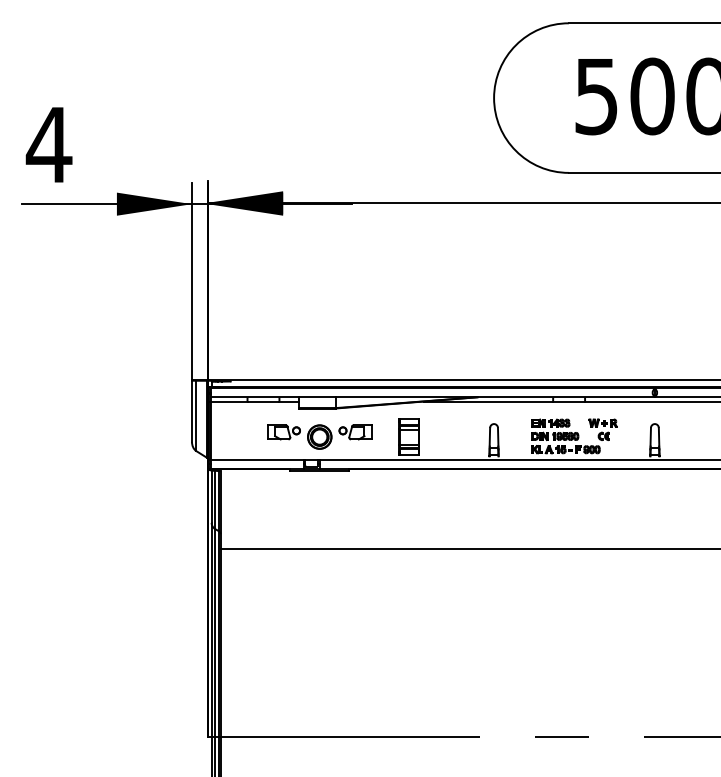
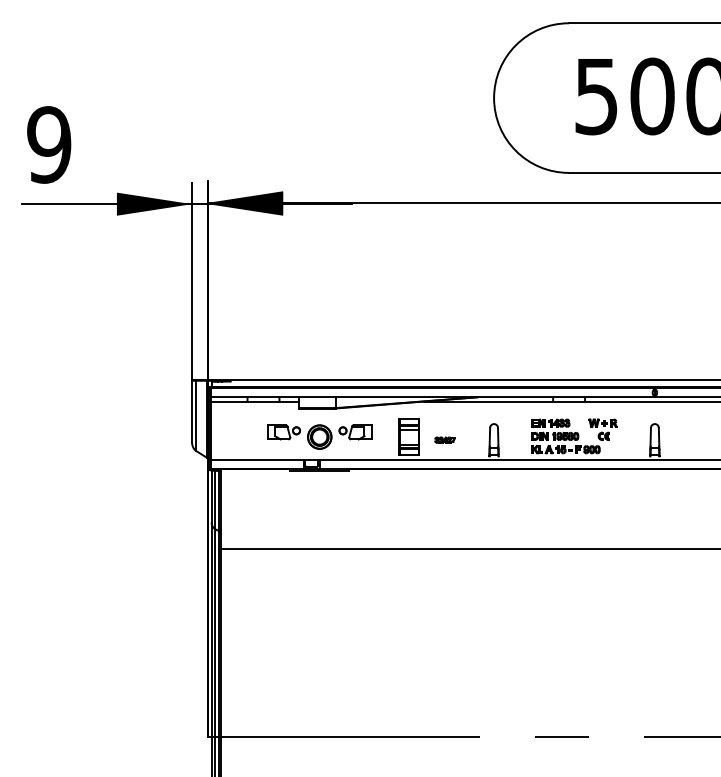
text at (48, 144): 4 -> 9
part at (444, 439): none -> present
